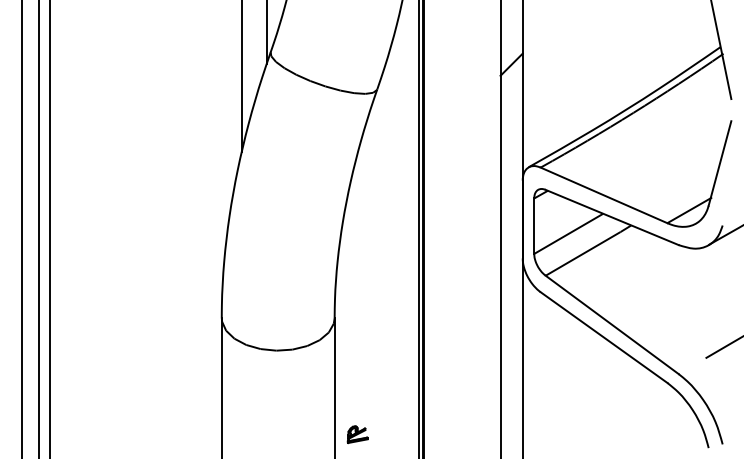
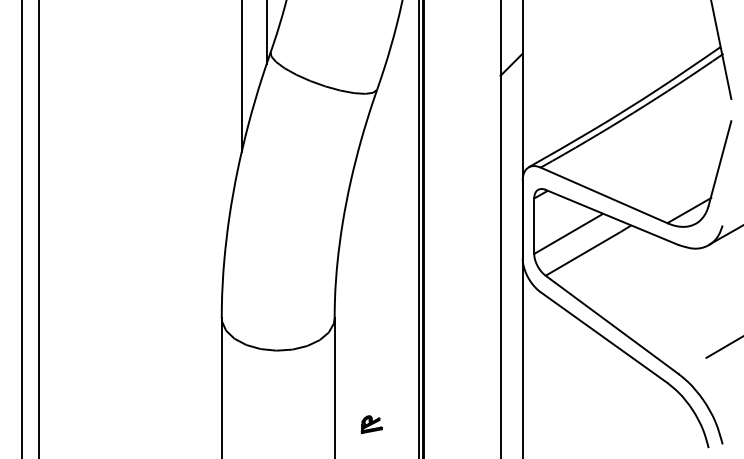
line at (50, 228): present -> none
part at (357, 434) position: (357, 434) -> (371, 424)
